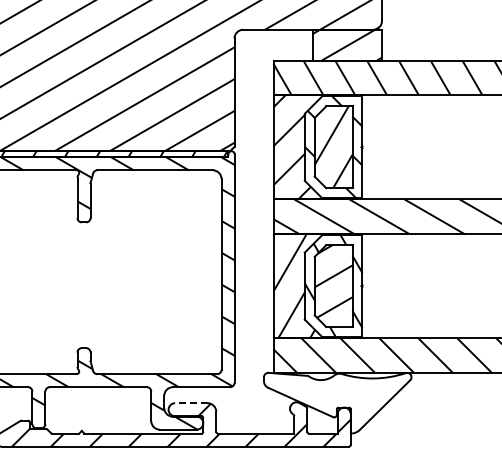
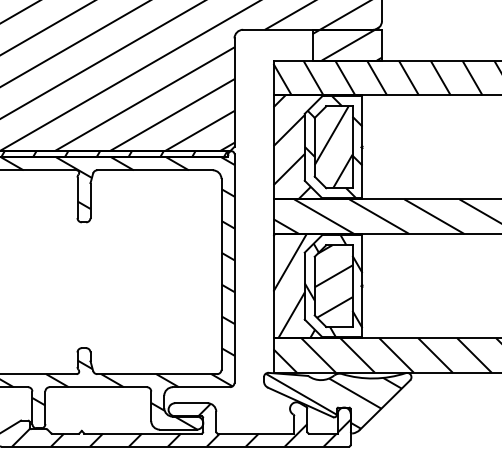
hatch at (333, 400): none -> present
line at (190, 403): dashed -> solid
